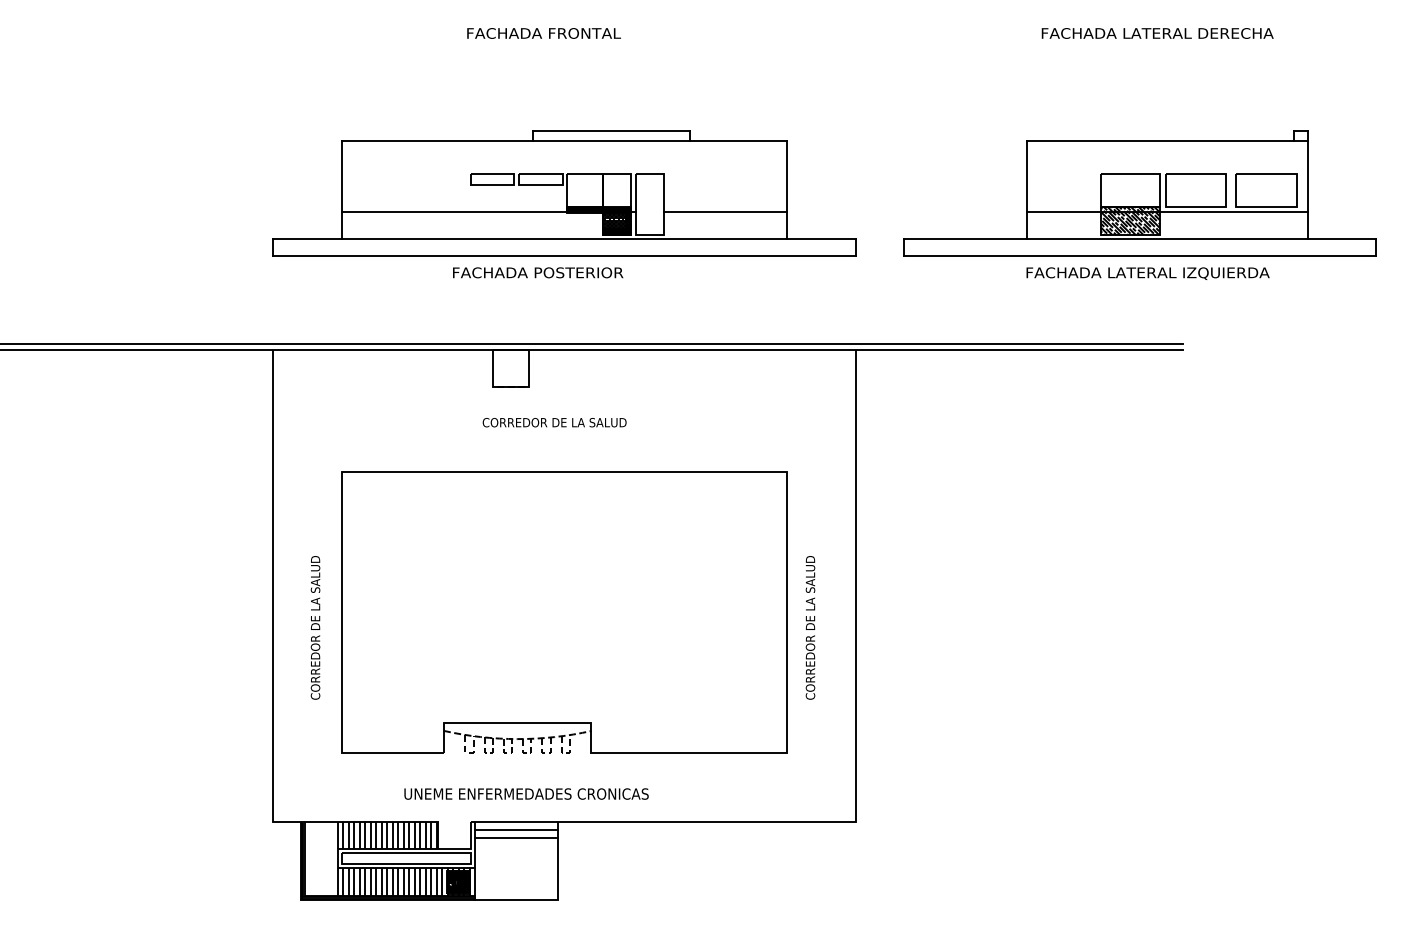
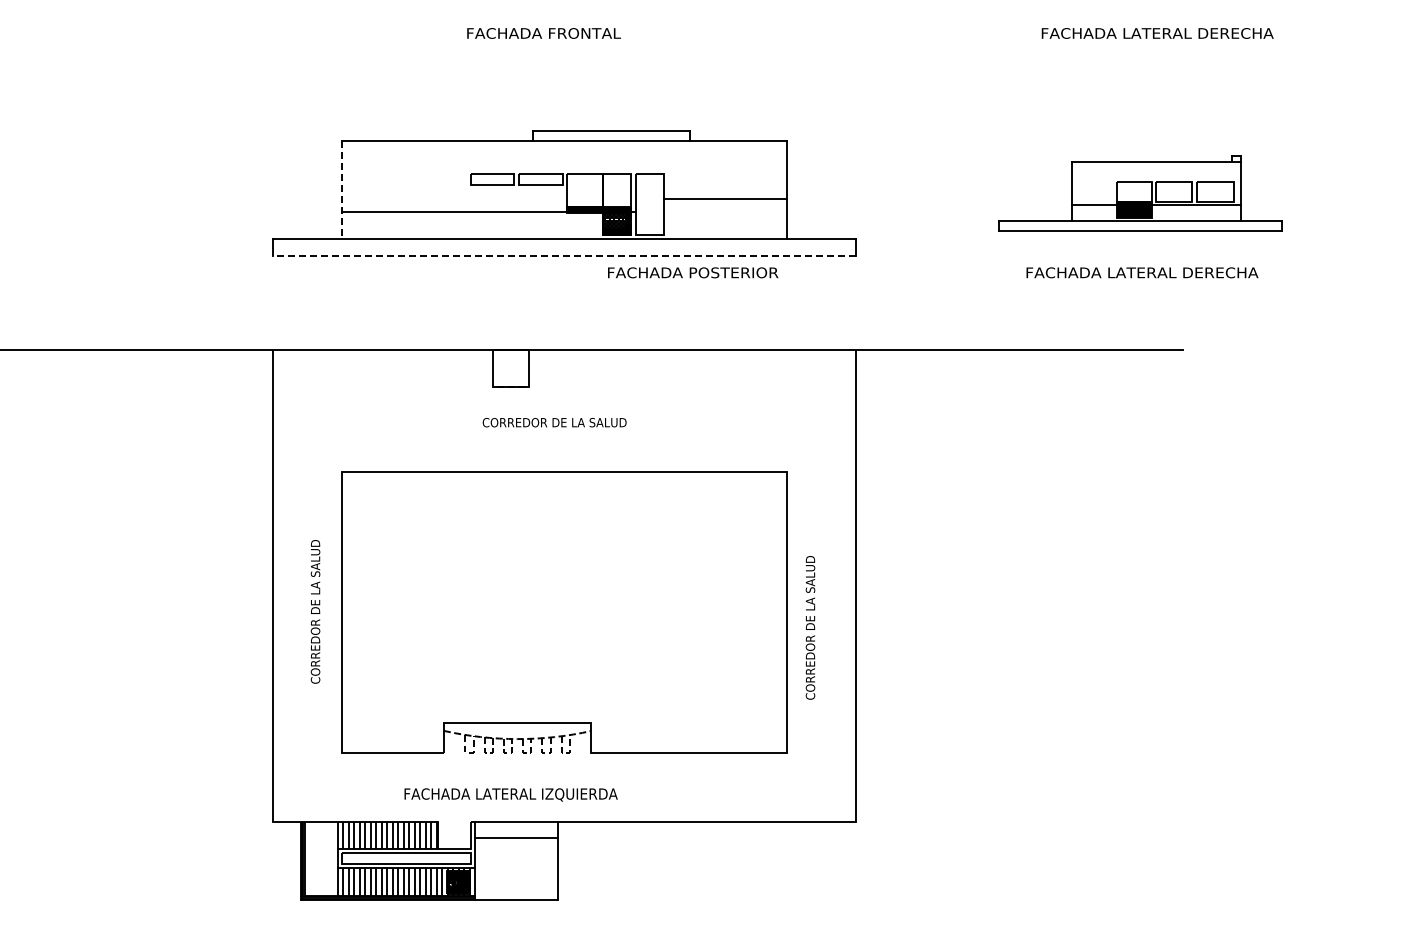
line at (341, 190): solid -> dashed
part at (1139, 193) size: 474x127 px -> 285x77 px
line at (725, 211) position: (725, 211) -> (725, 198)
line at (564, 255): solid -> dashed
text at (538, 272) position: (538, 272) -> (693, 272)
text at (1226, 273): FACHADA LATERAL IZQUIERDA -> FACHADA LATERAL DERECHA
line at (592, 344): present -> none
text at (315, 627) position: (315, 627) -> (315, 611)
text at (526, 794): UNEME ENFERMEDADES CRONICAS -> FACHADA LATERAL IZQUIERDA
line at (516, 829): present -> none
